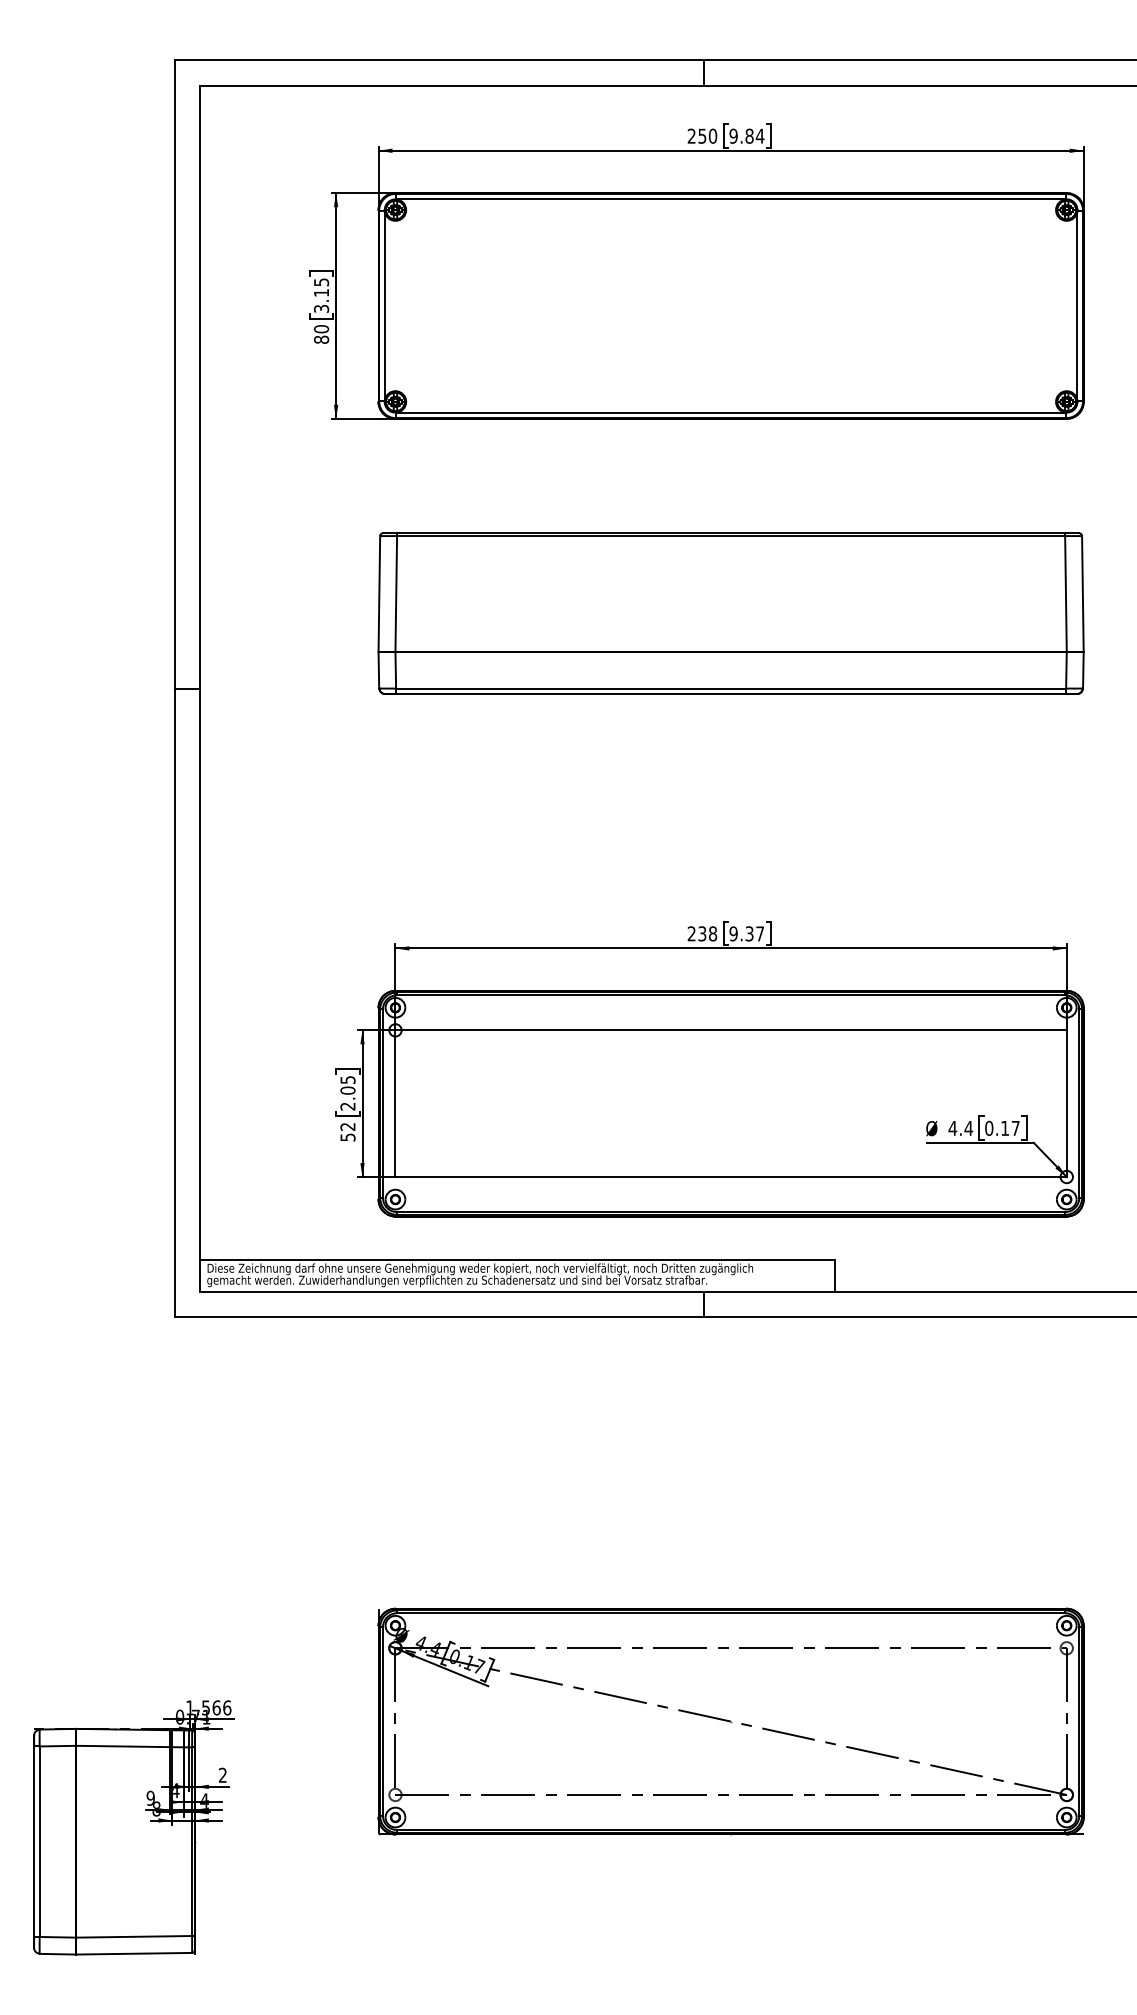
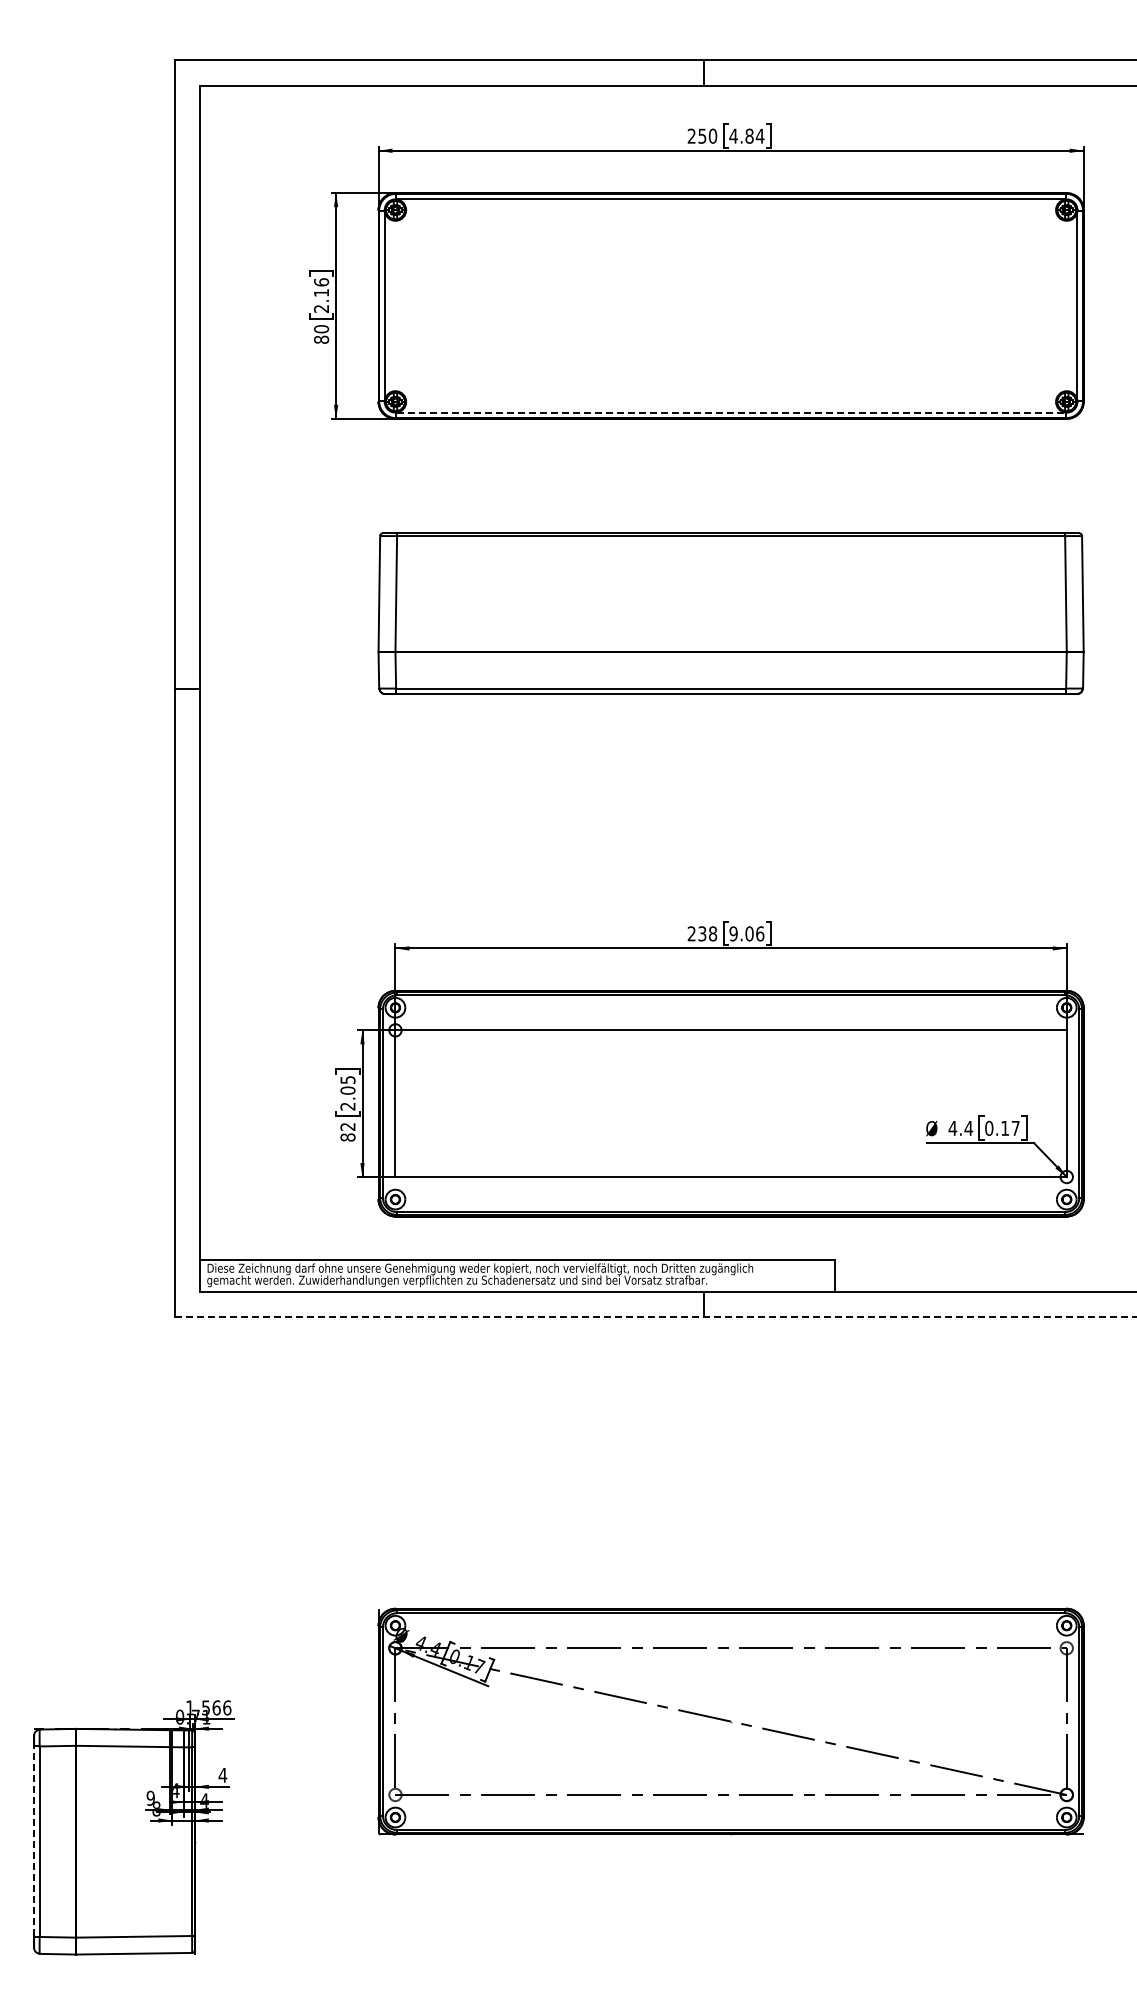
text at (733, 135): 9.84 -> 4.84
text at (321, 295): 3.15 -> 2.16
line at (731, 412): solid -> dashed
text at (754, 933): 9.37 -> 9.06
text at (347, 1137): 52 -> 82
line at (655, 1317): solid -> dashed
text at (222, 1774): 2 -> 4
line at (34, 1841): solid -> dashed
